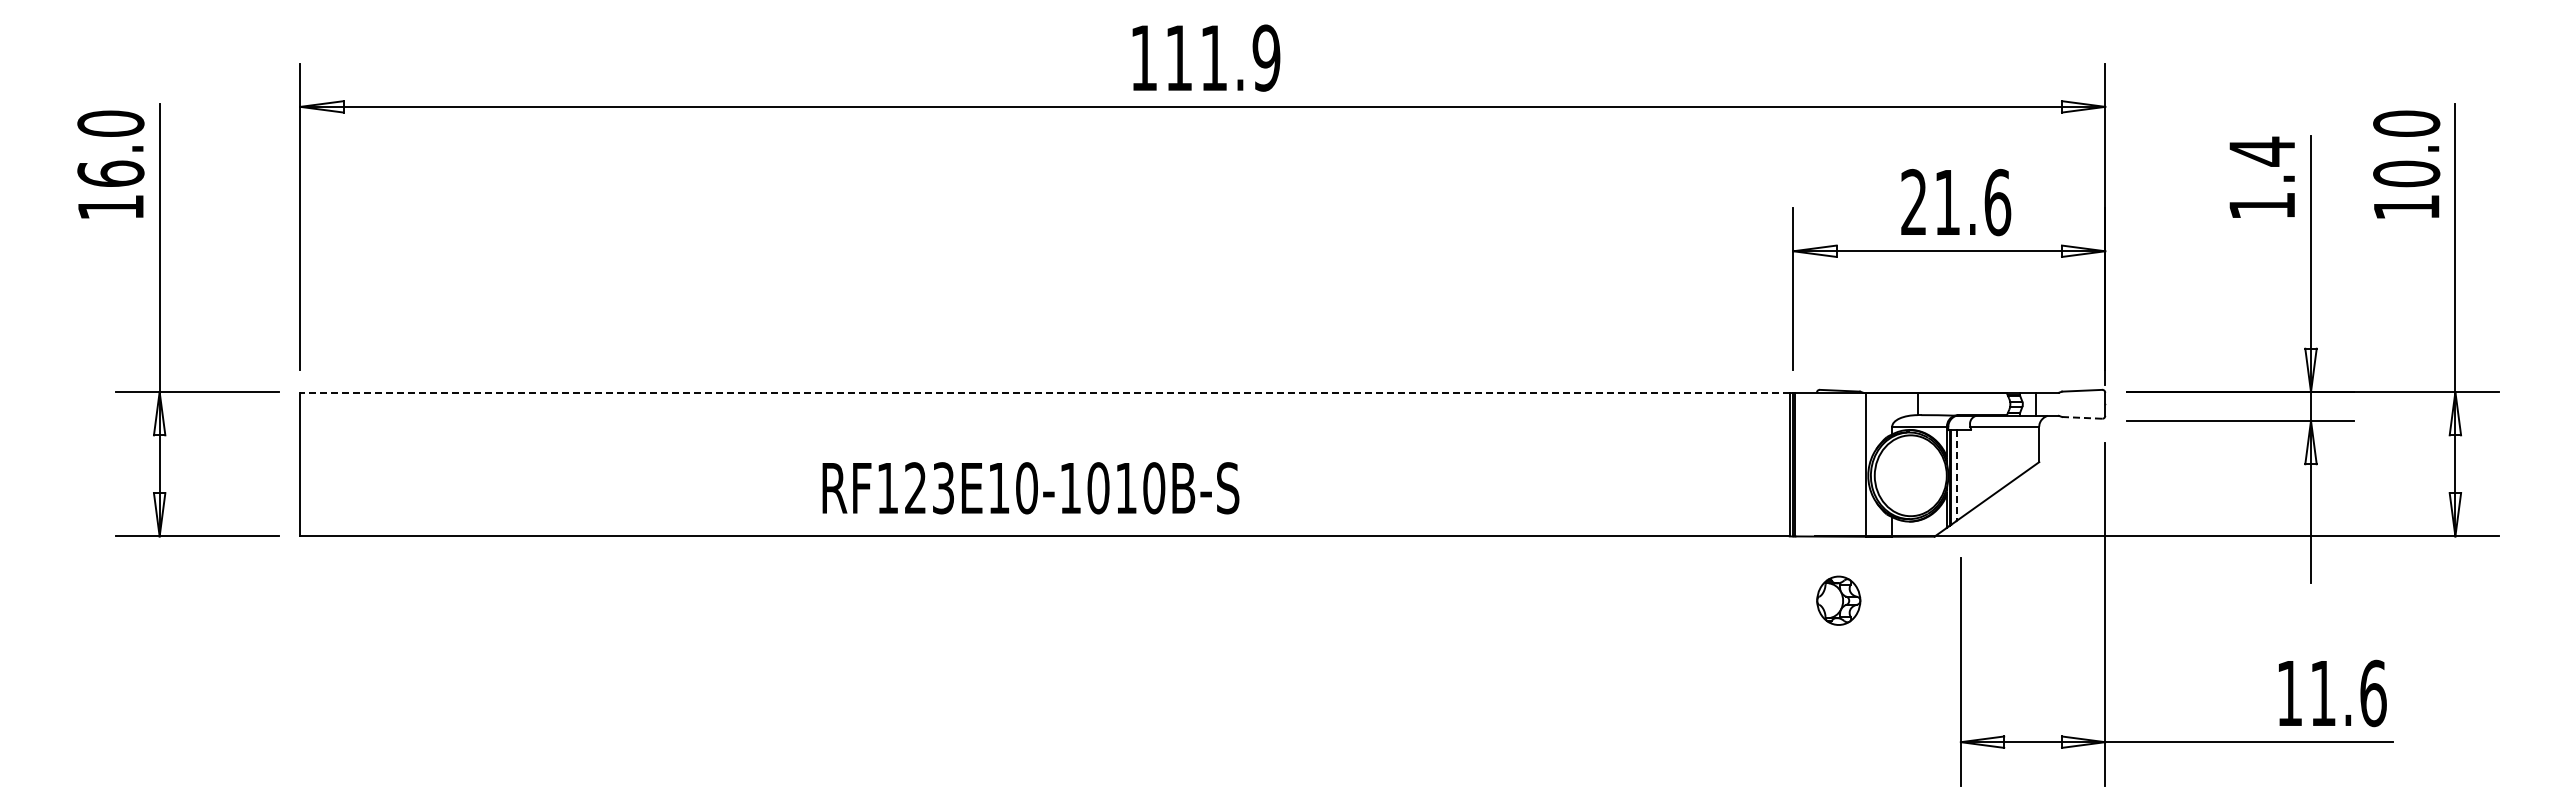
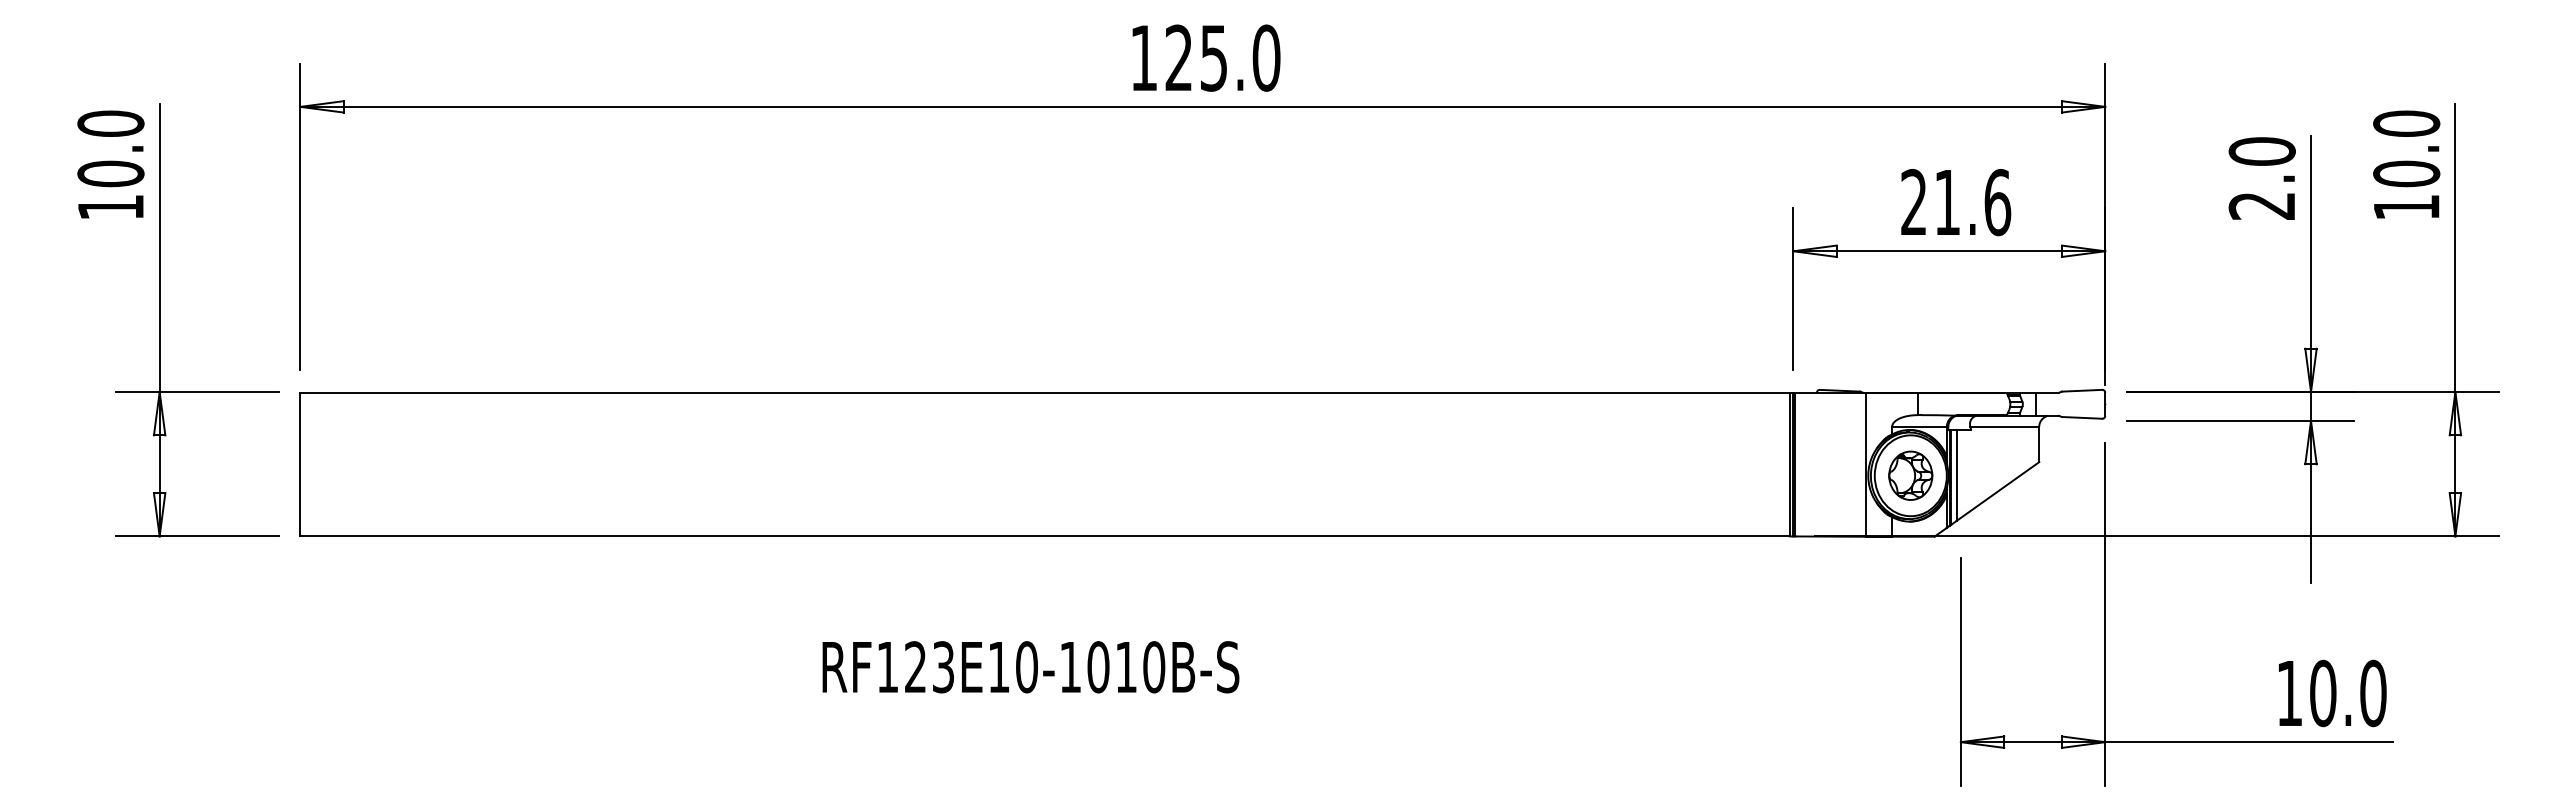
text at (1222, 57): 111.9 -> 125.0
text at (110, 173): 16.0 -> 10.0
text at (2261, 177): 1.4 -> 2.0
line at (1045, 393): dashed -> solid
line at (2082, 417): dashed -> solid
line at (1956, 476): dashed -> solid
text at (1030, 488) position: (1030, 488) -> (1030, 667)
part at (1838, 600) position: (1838, 600) -> (1910, 475)
text at (2348, 693): 11.6 -> 10.0
